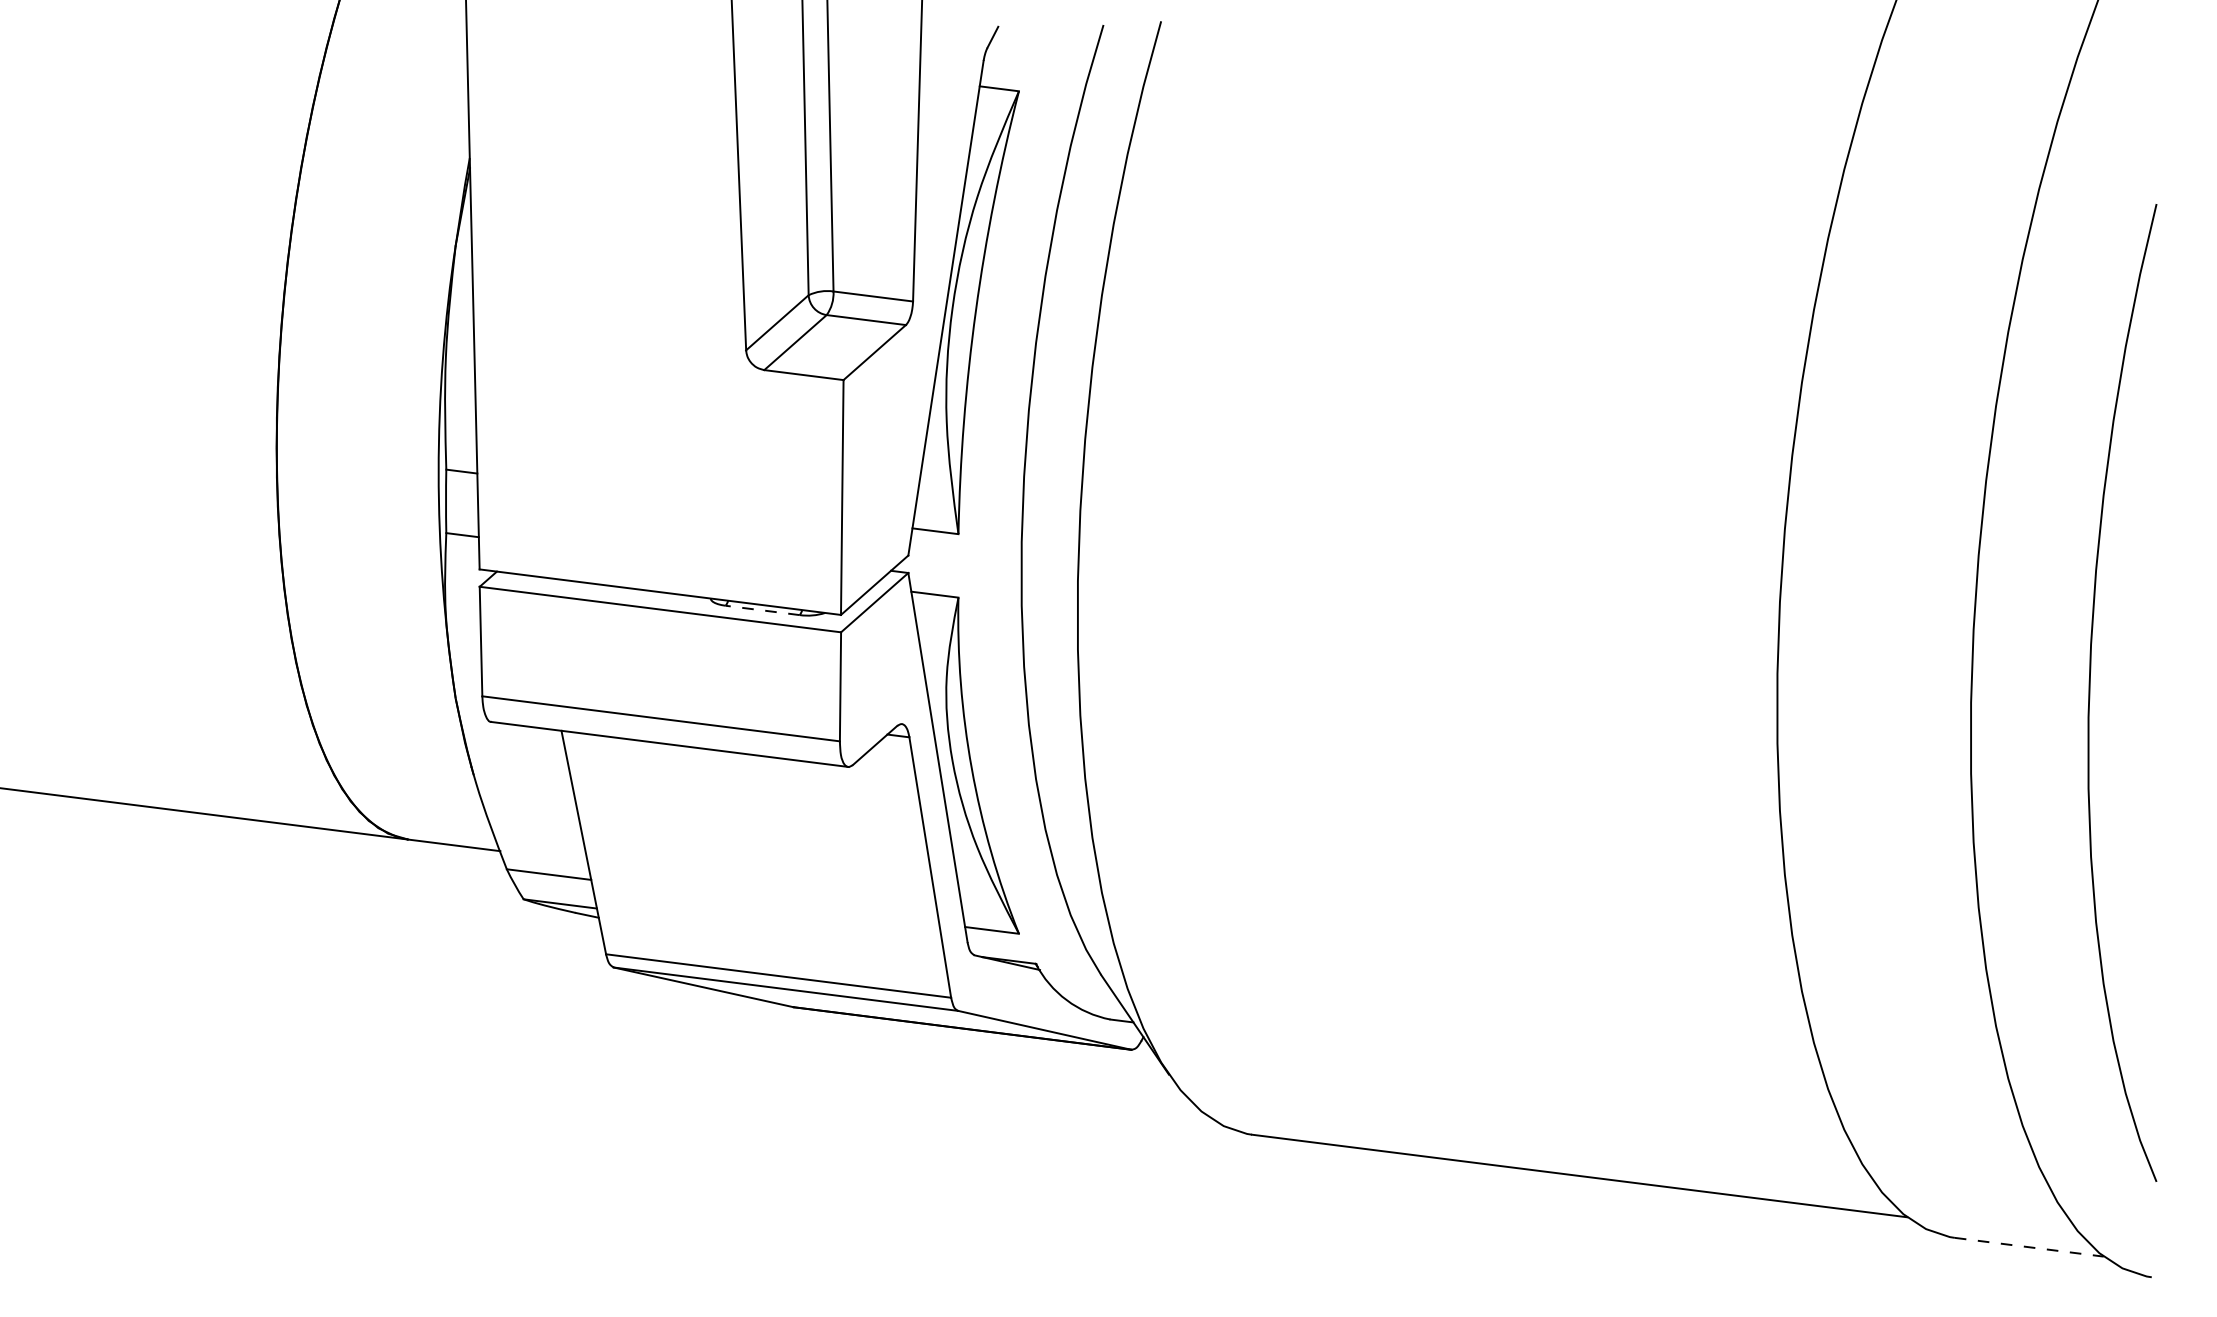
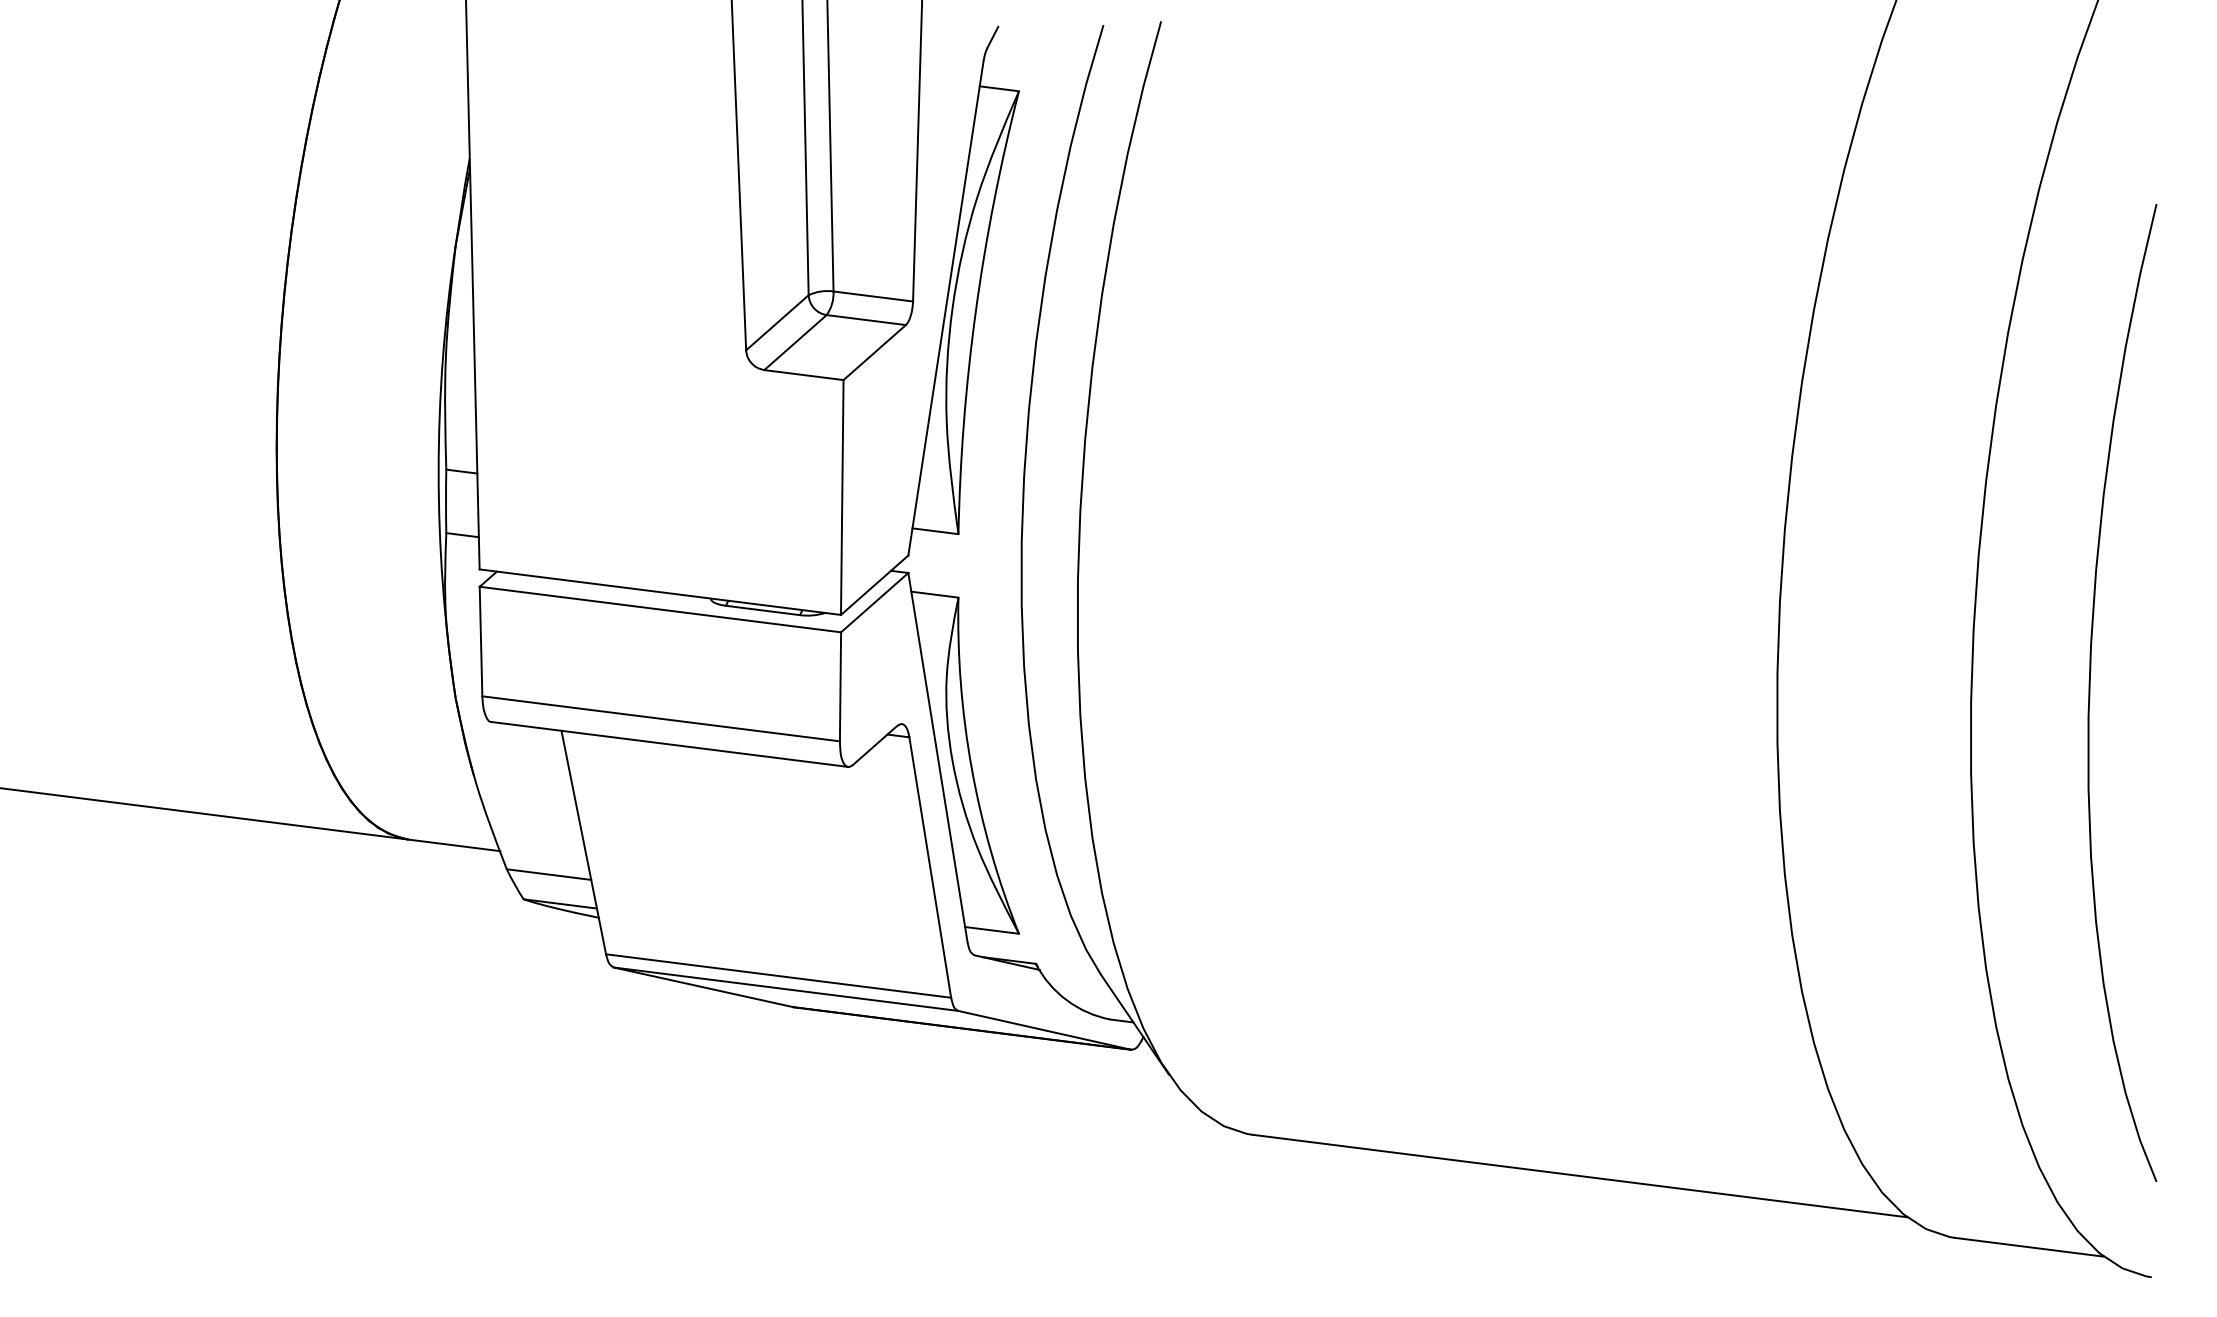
line at (762, 610): dashed -> solid
line at (2029, 1247): dashed -> solid
